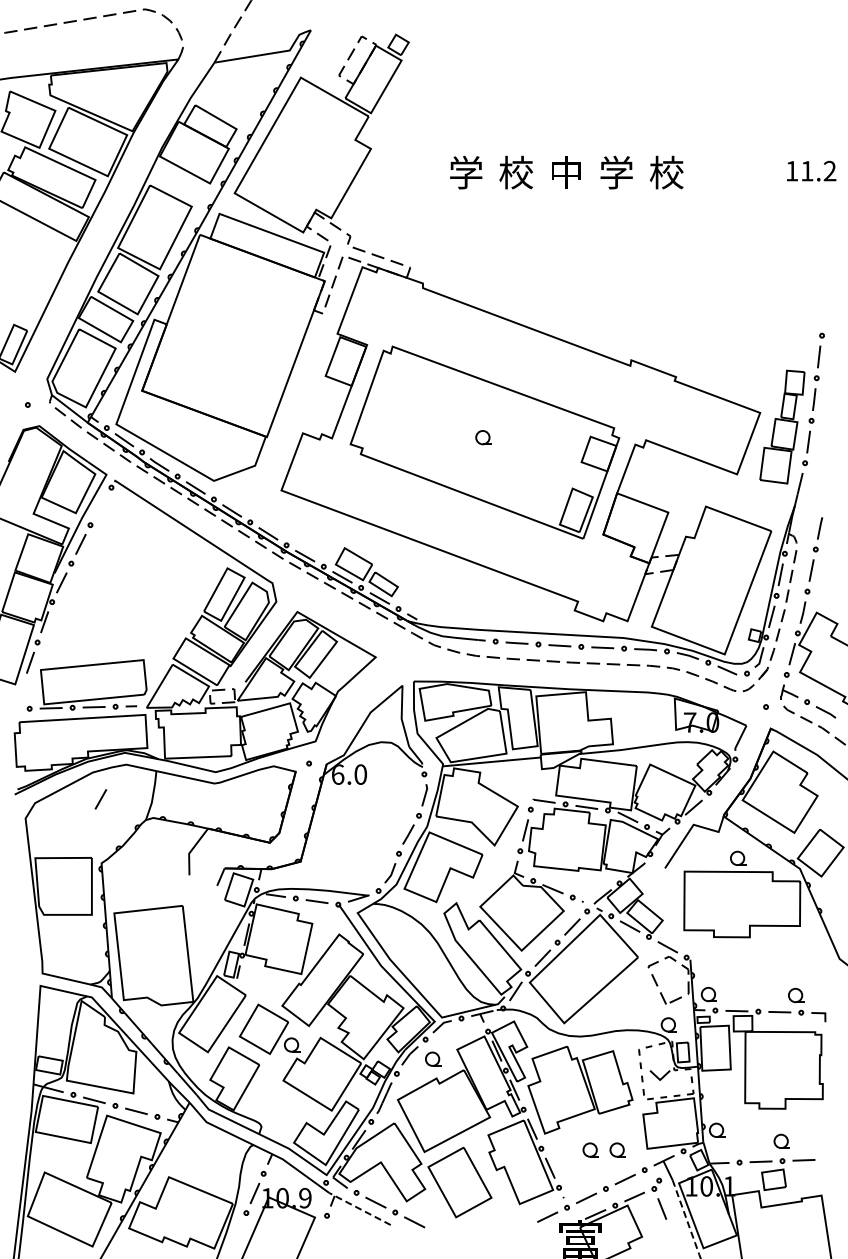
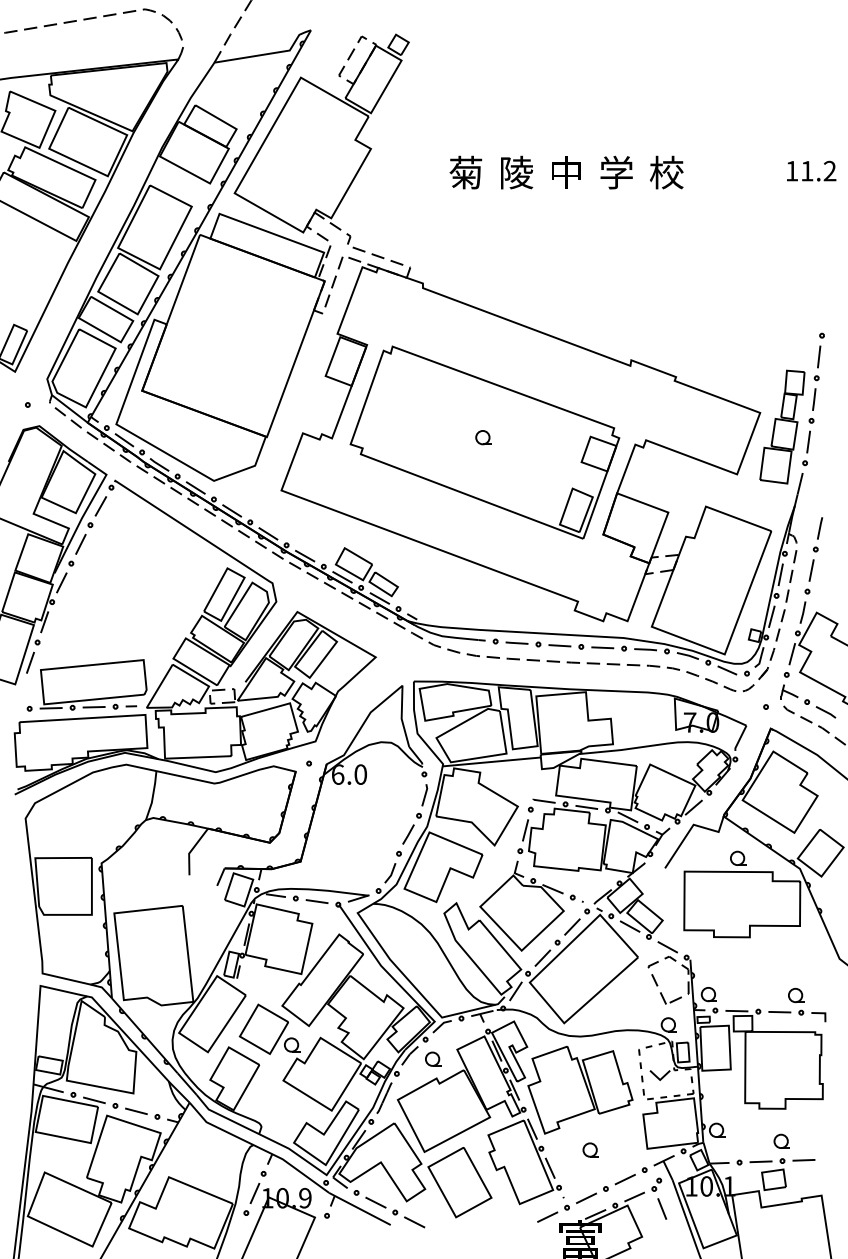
text at (465, 172): 学 -> 菊
text at (516, 172): 校 -> 陵
line at (100, 799) position: (100, 799) -> (100, 506)
part at (617, 1149): present -> none
line at (359, 1208): dashed -> solid
line at (686, 1220): dashed -> solid
